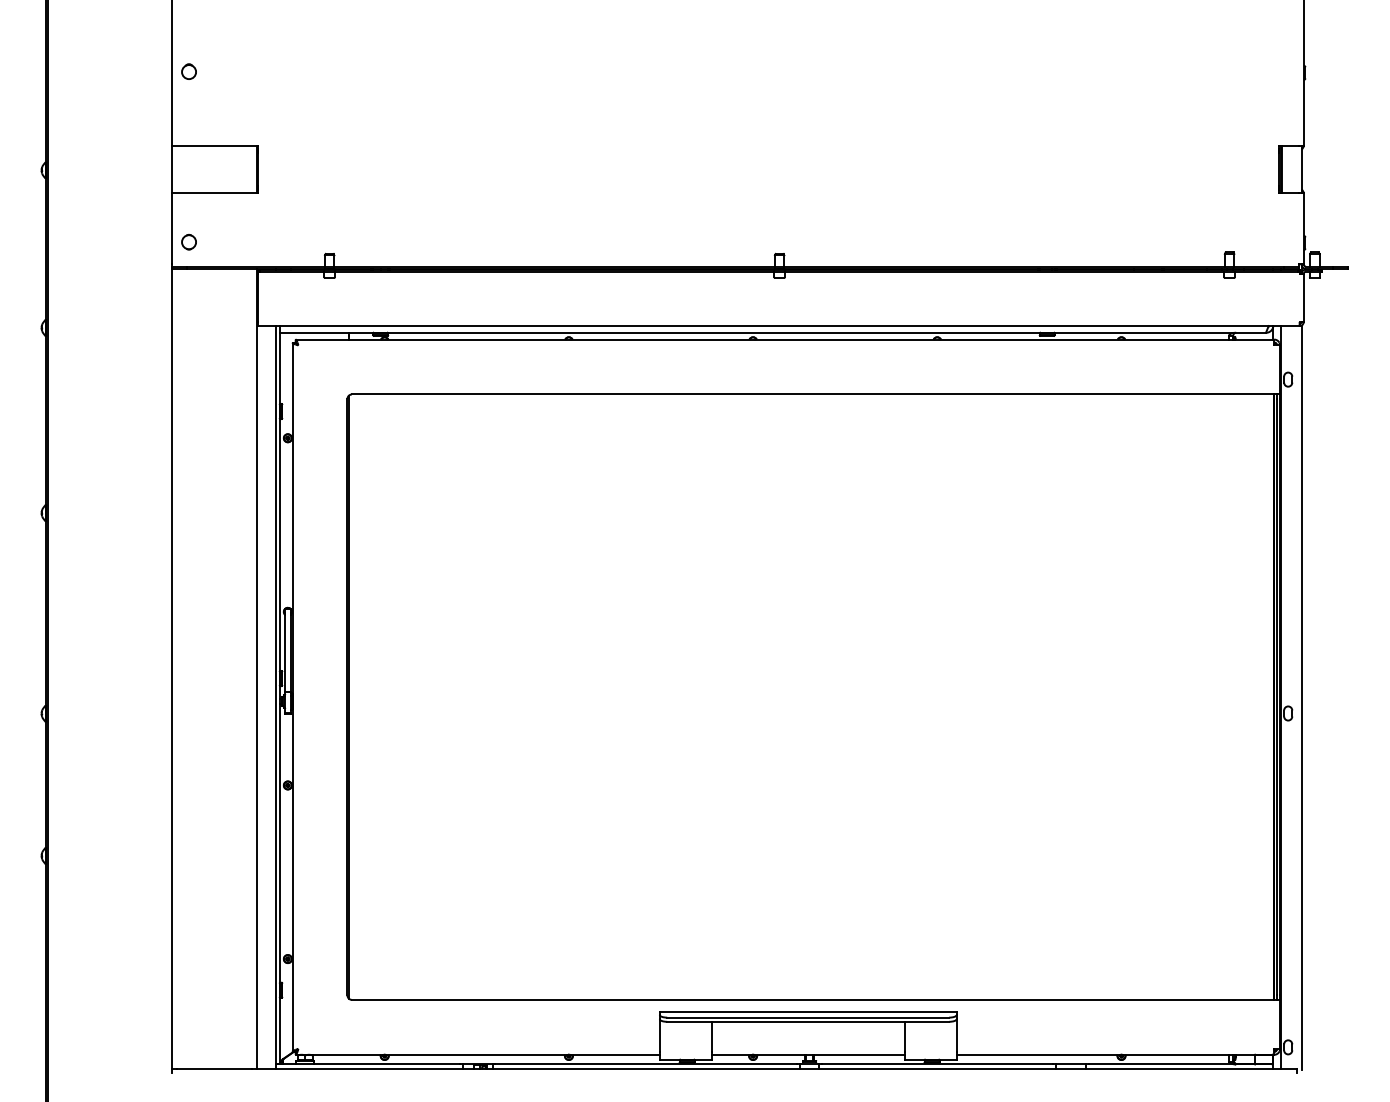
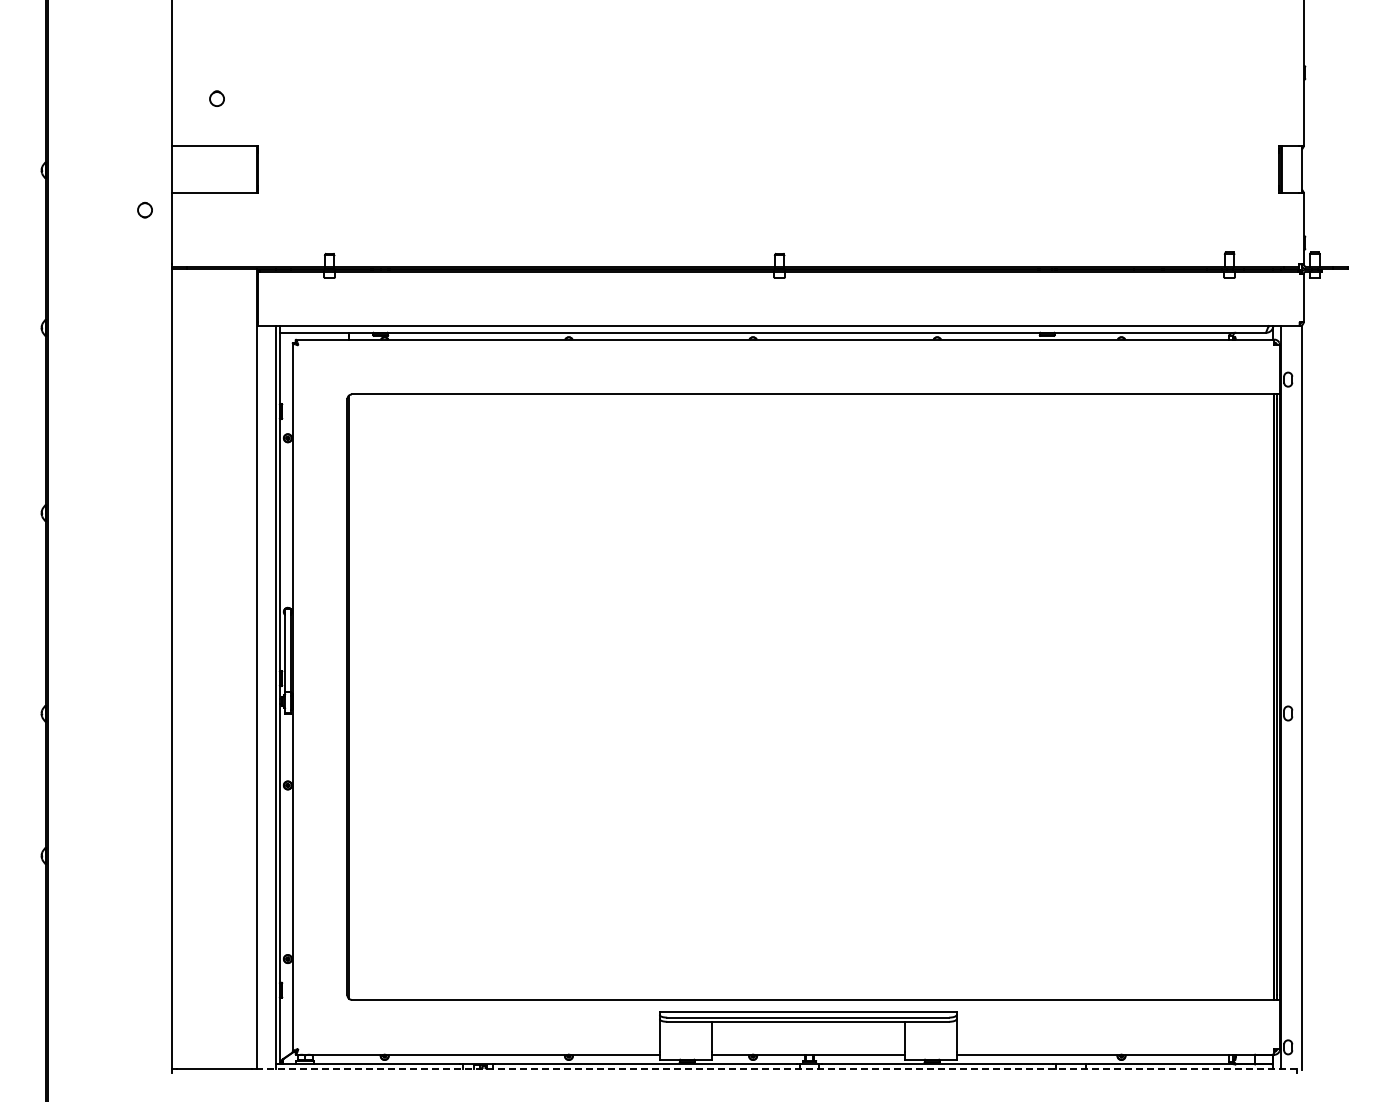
circle at (188, 71) position: (188, 71) -> (216, 98)
circle at (188, 242) position: (188, 242) -> (144, 210)
line at (776, 1068): solid -> dashed
